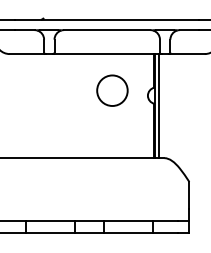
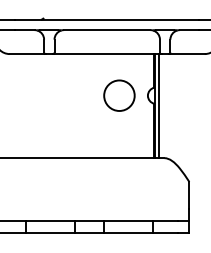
circle at (112, 90) position: (112, 90) -> (119, 95)
